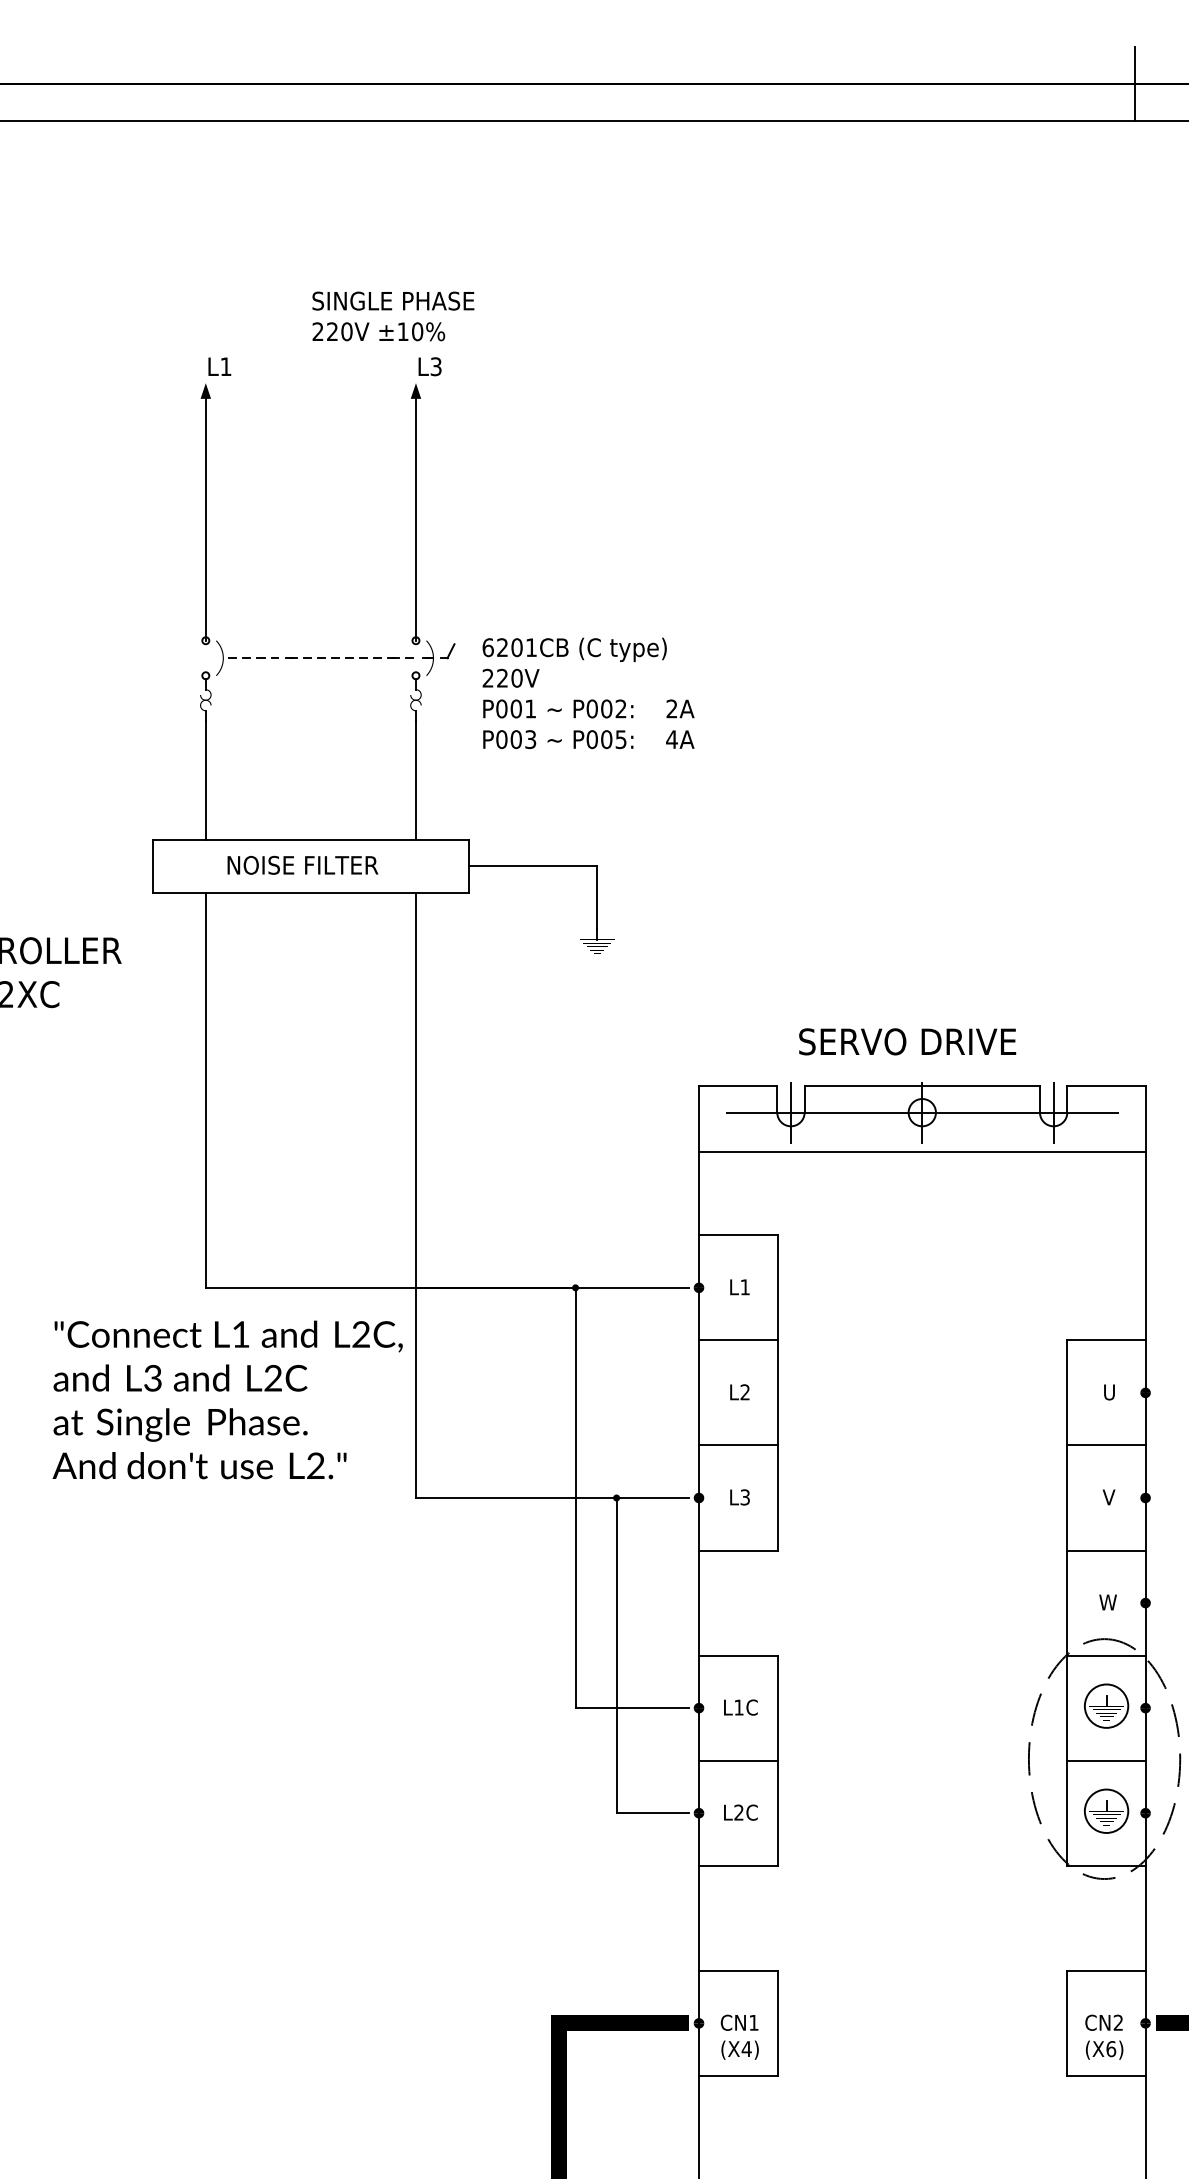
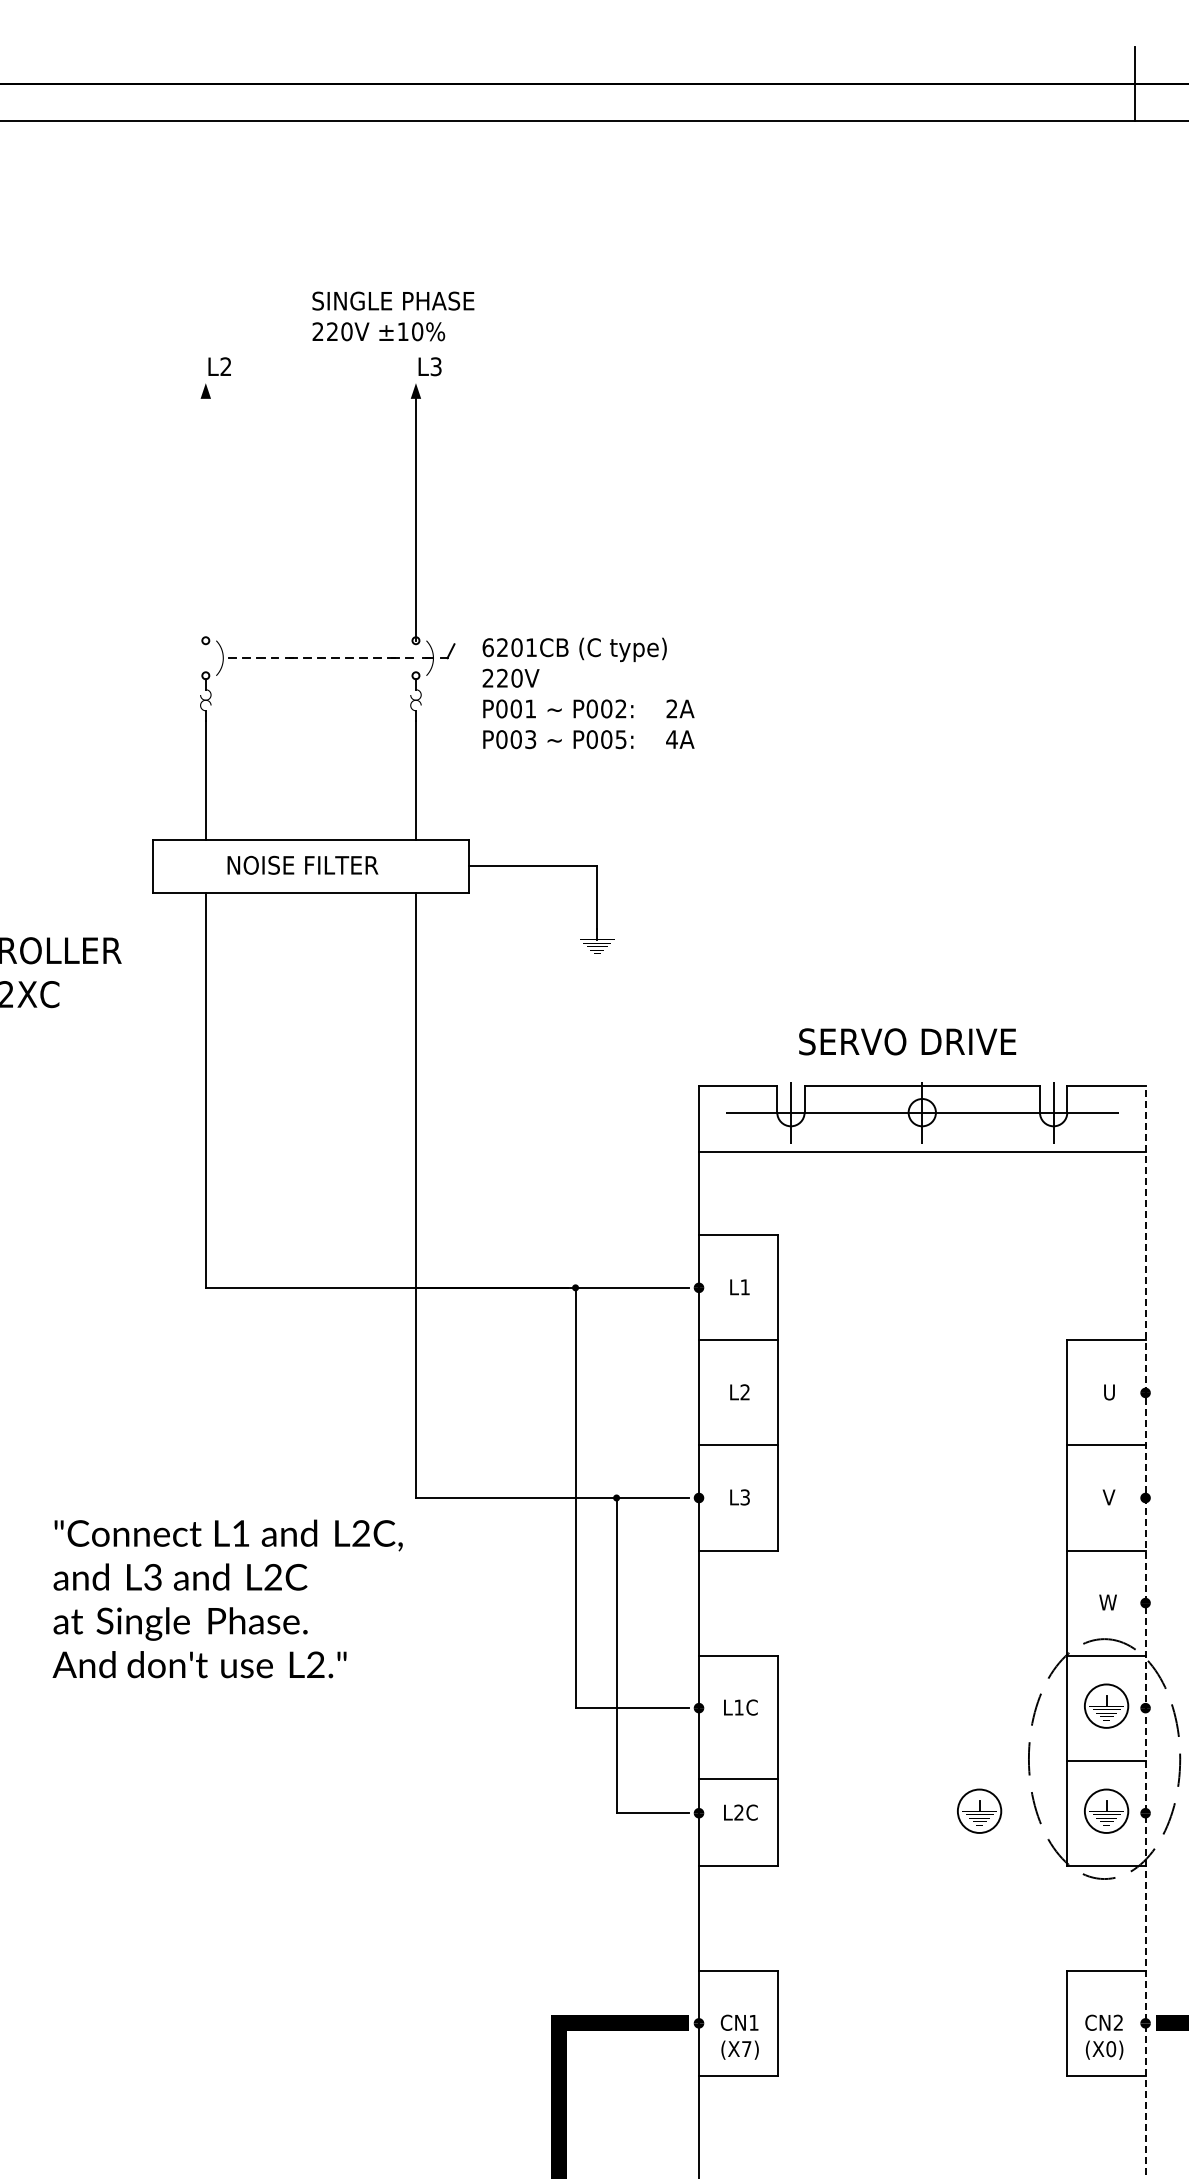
text at (225, 366): L1 -> L2
line at (205, 519): present -> none
text at (227, 1399) position: (227, 1399) -> (227, 1598)
line at (1145, 1632): solid -> dashed
line at (738, 1760) position: (738, 1760) -> (738, 1778)
part at (979, 1810): none -> present
text at (746, 2048): (X4) -> (X7)
text at (1111, 2048): (X6) -> (X0)
